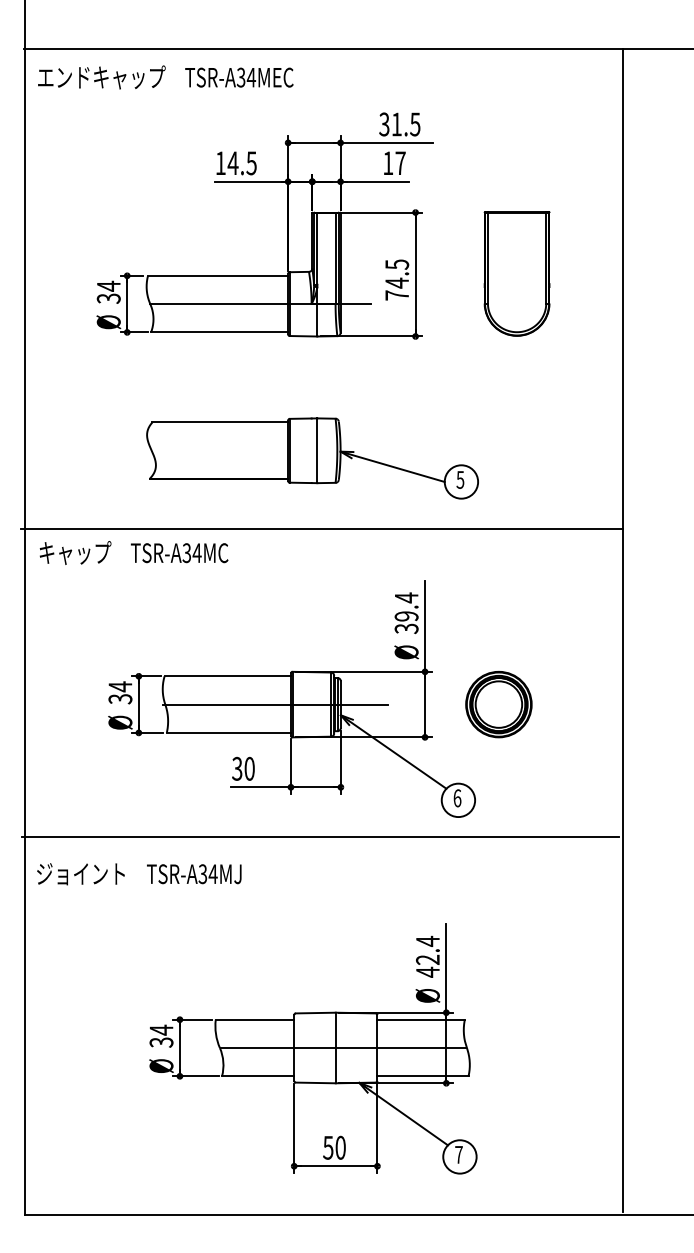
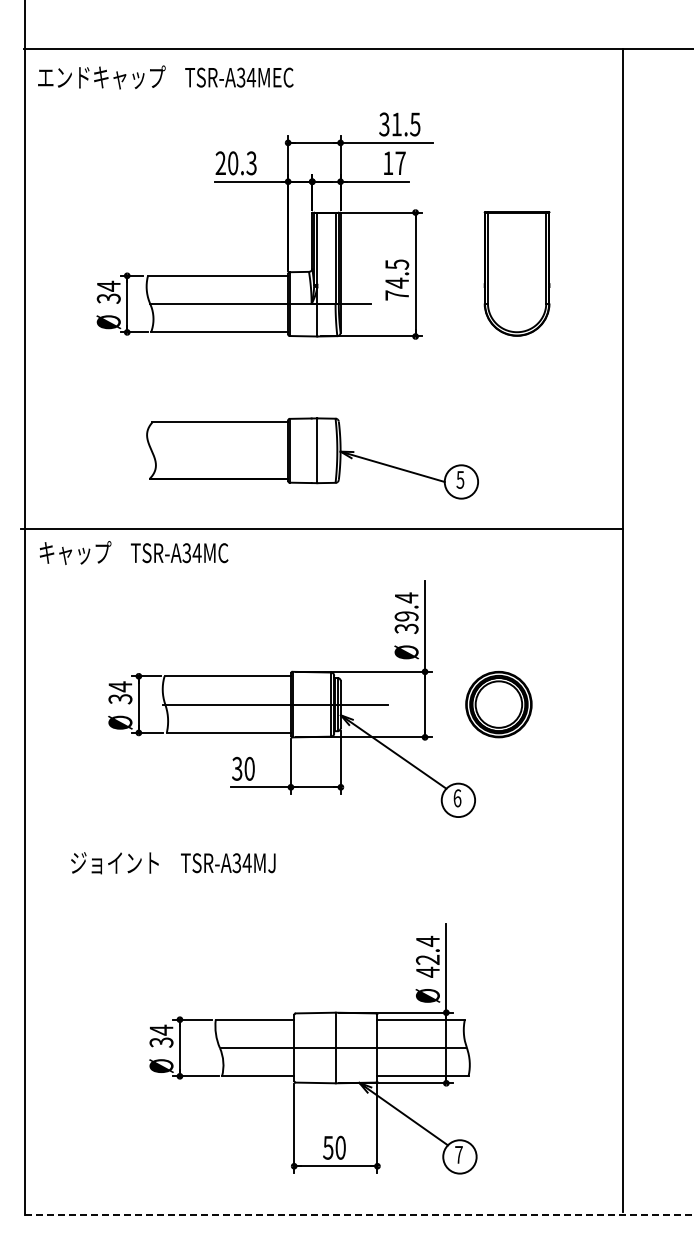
text at (235, 163): 14.5 -> 20.3
line at (320, 836): present -> none
text at (139, 874) position: (139, 874) -> (173, 863)
line at (359, 1215): solid -> dashed
